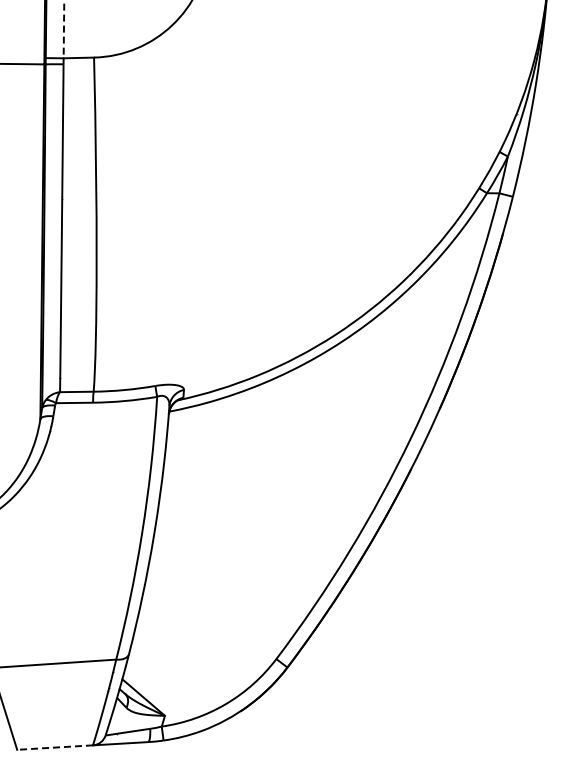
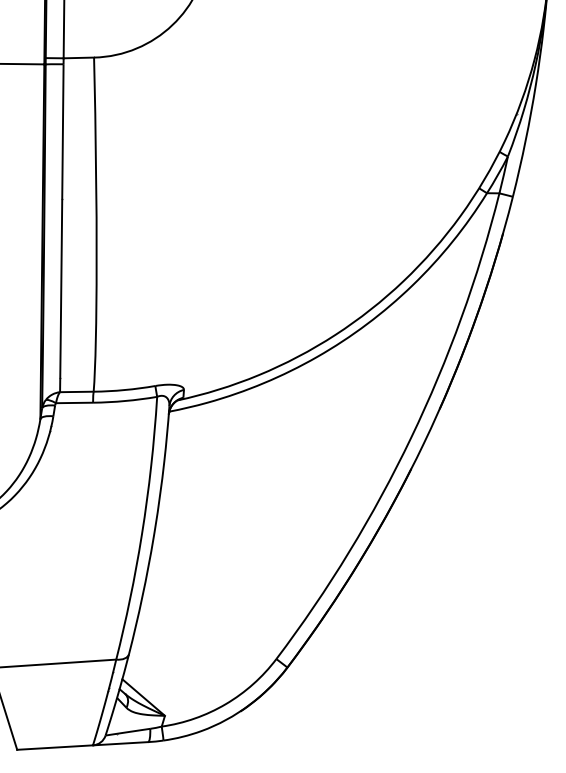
line at (63, 29): dashed -> solid
line at (55, 747): dashed -> solid
